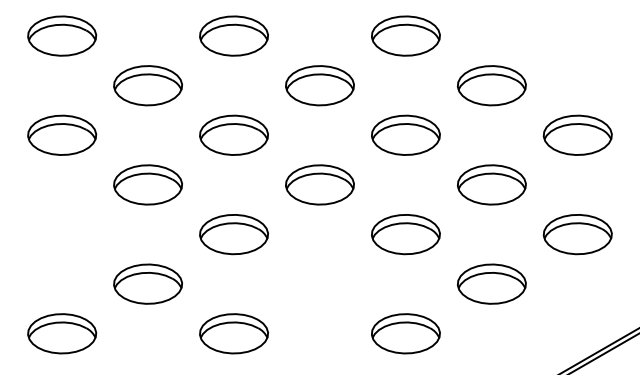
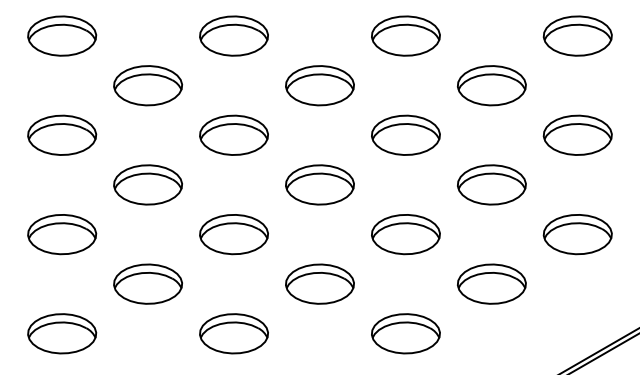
part at (577, 35): none -> present
part at (62, 234): none -> present
part at (319, 283): none -> present
